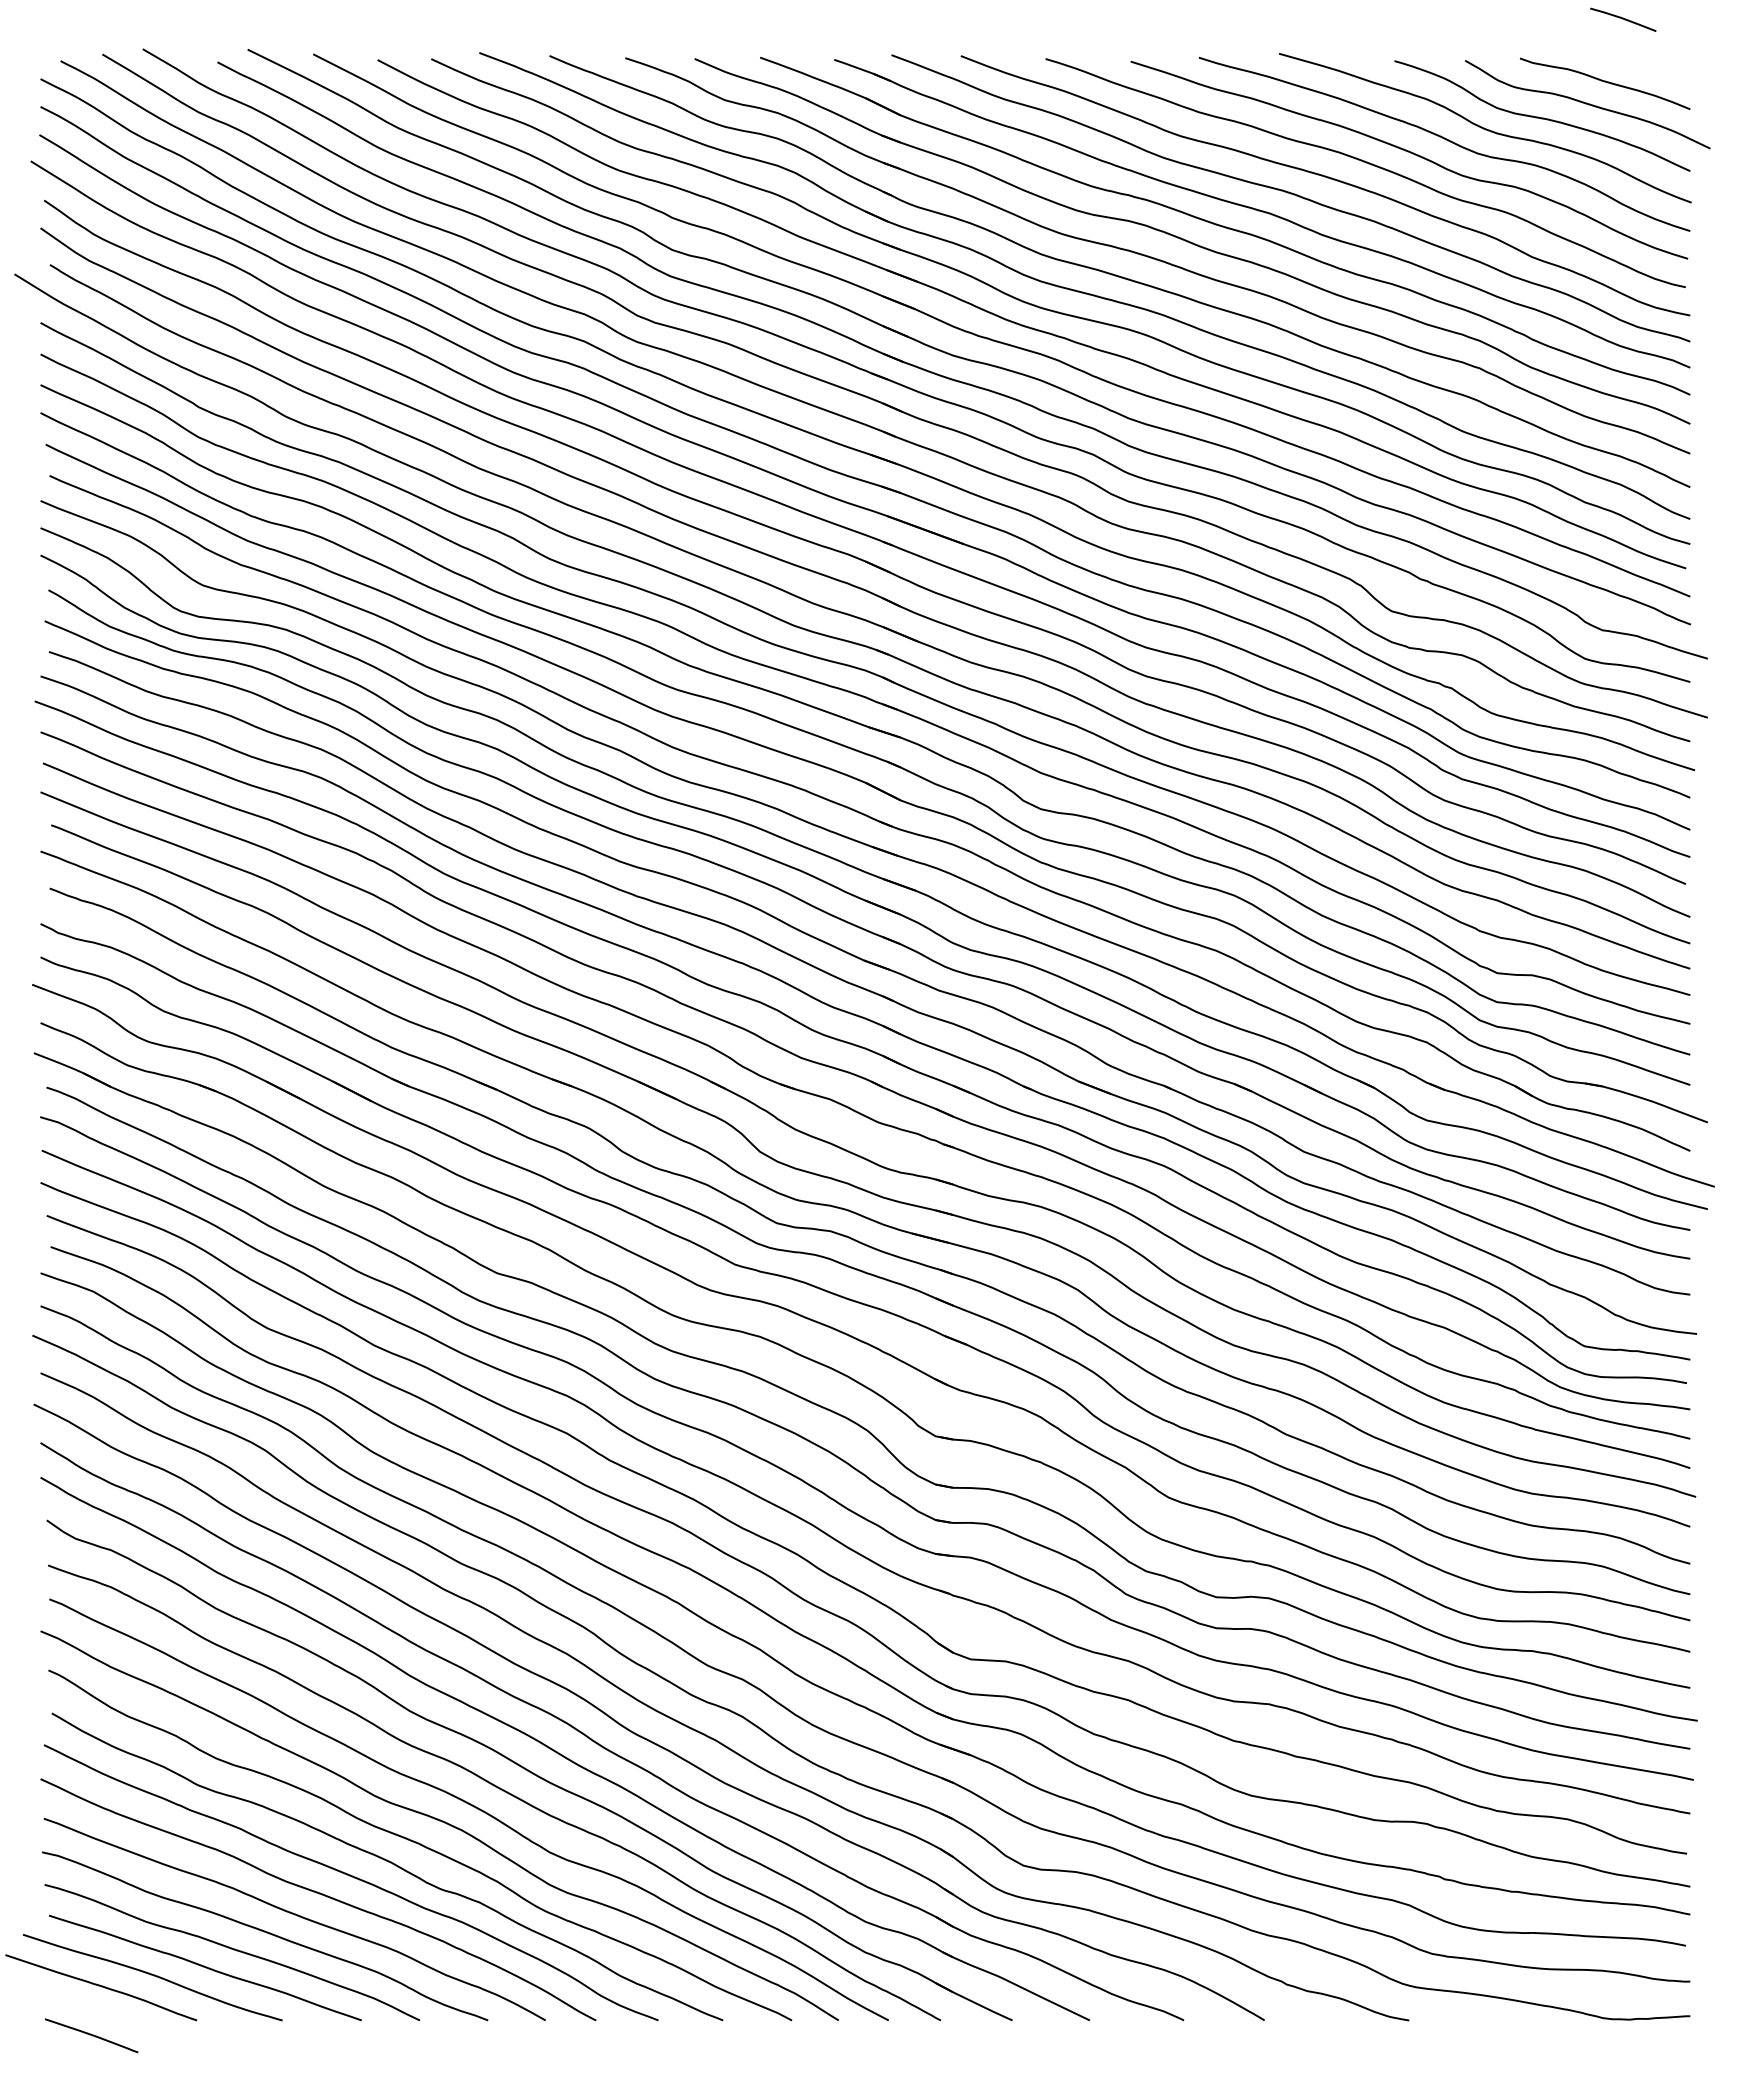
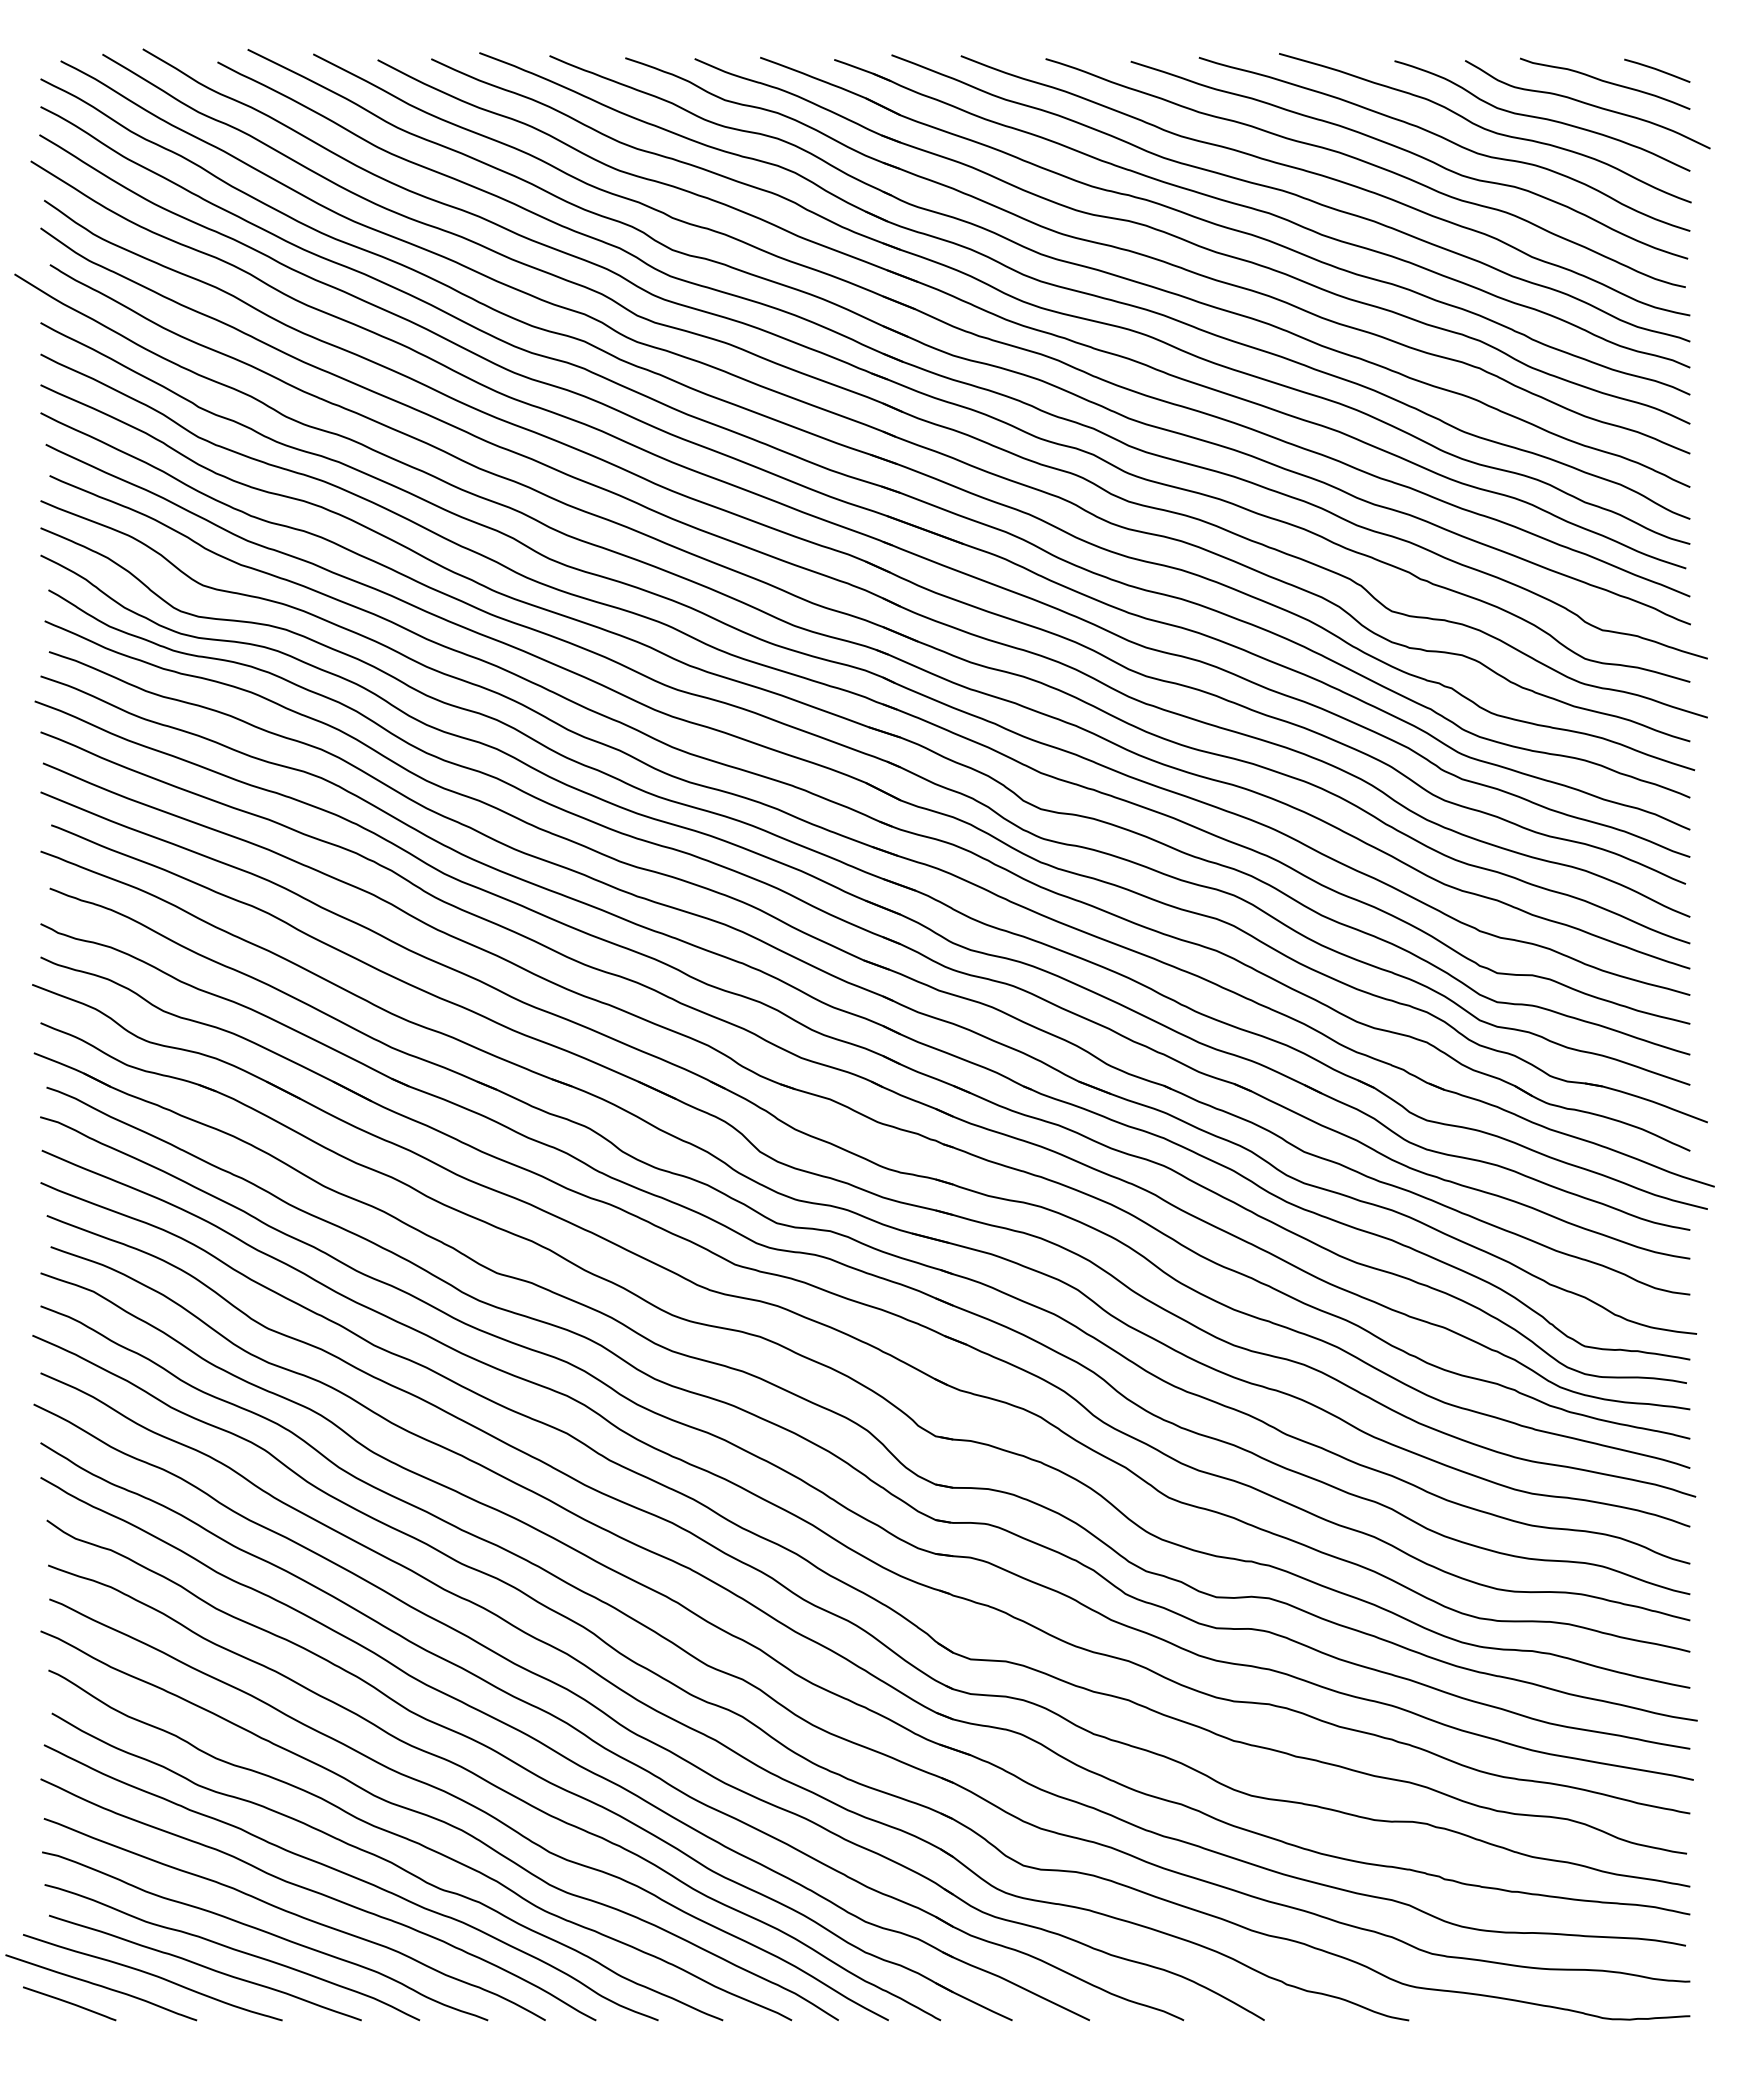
line at (1623, 19) position: (1623, 19) -> (1657, 70)
curve at (91, 2035) position: (91, 2035) -> (69, 2003)
